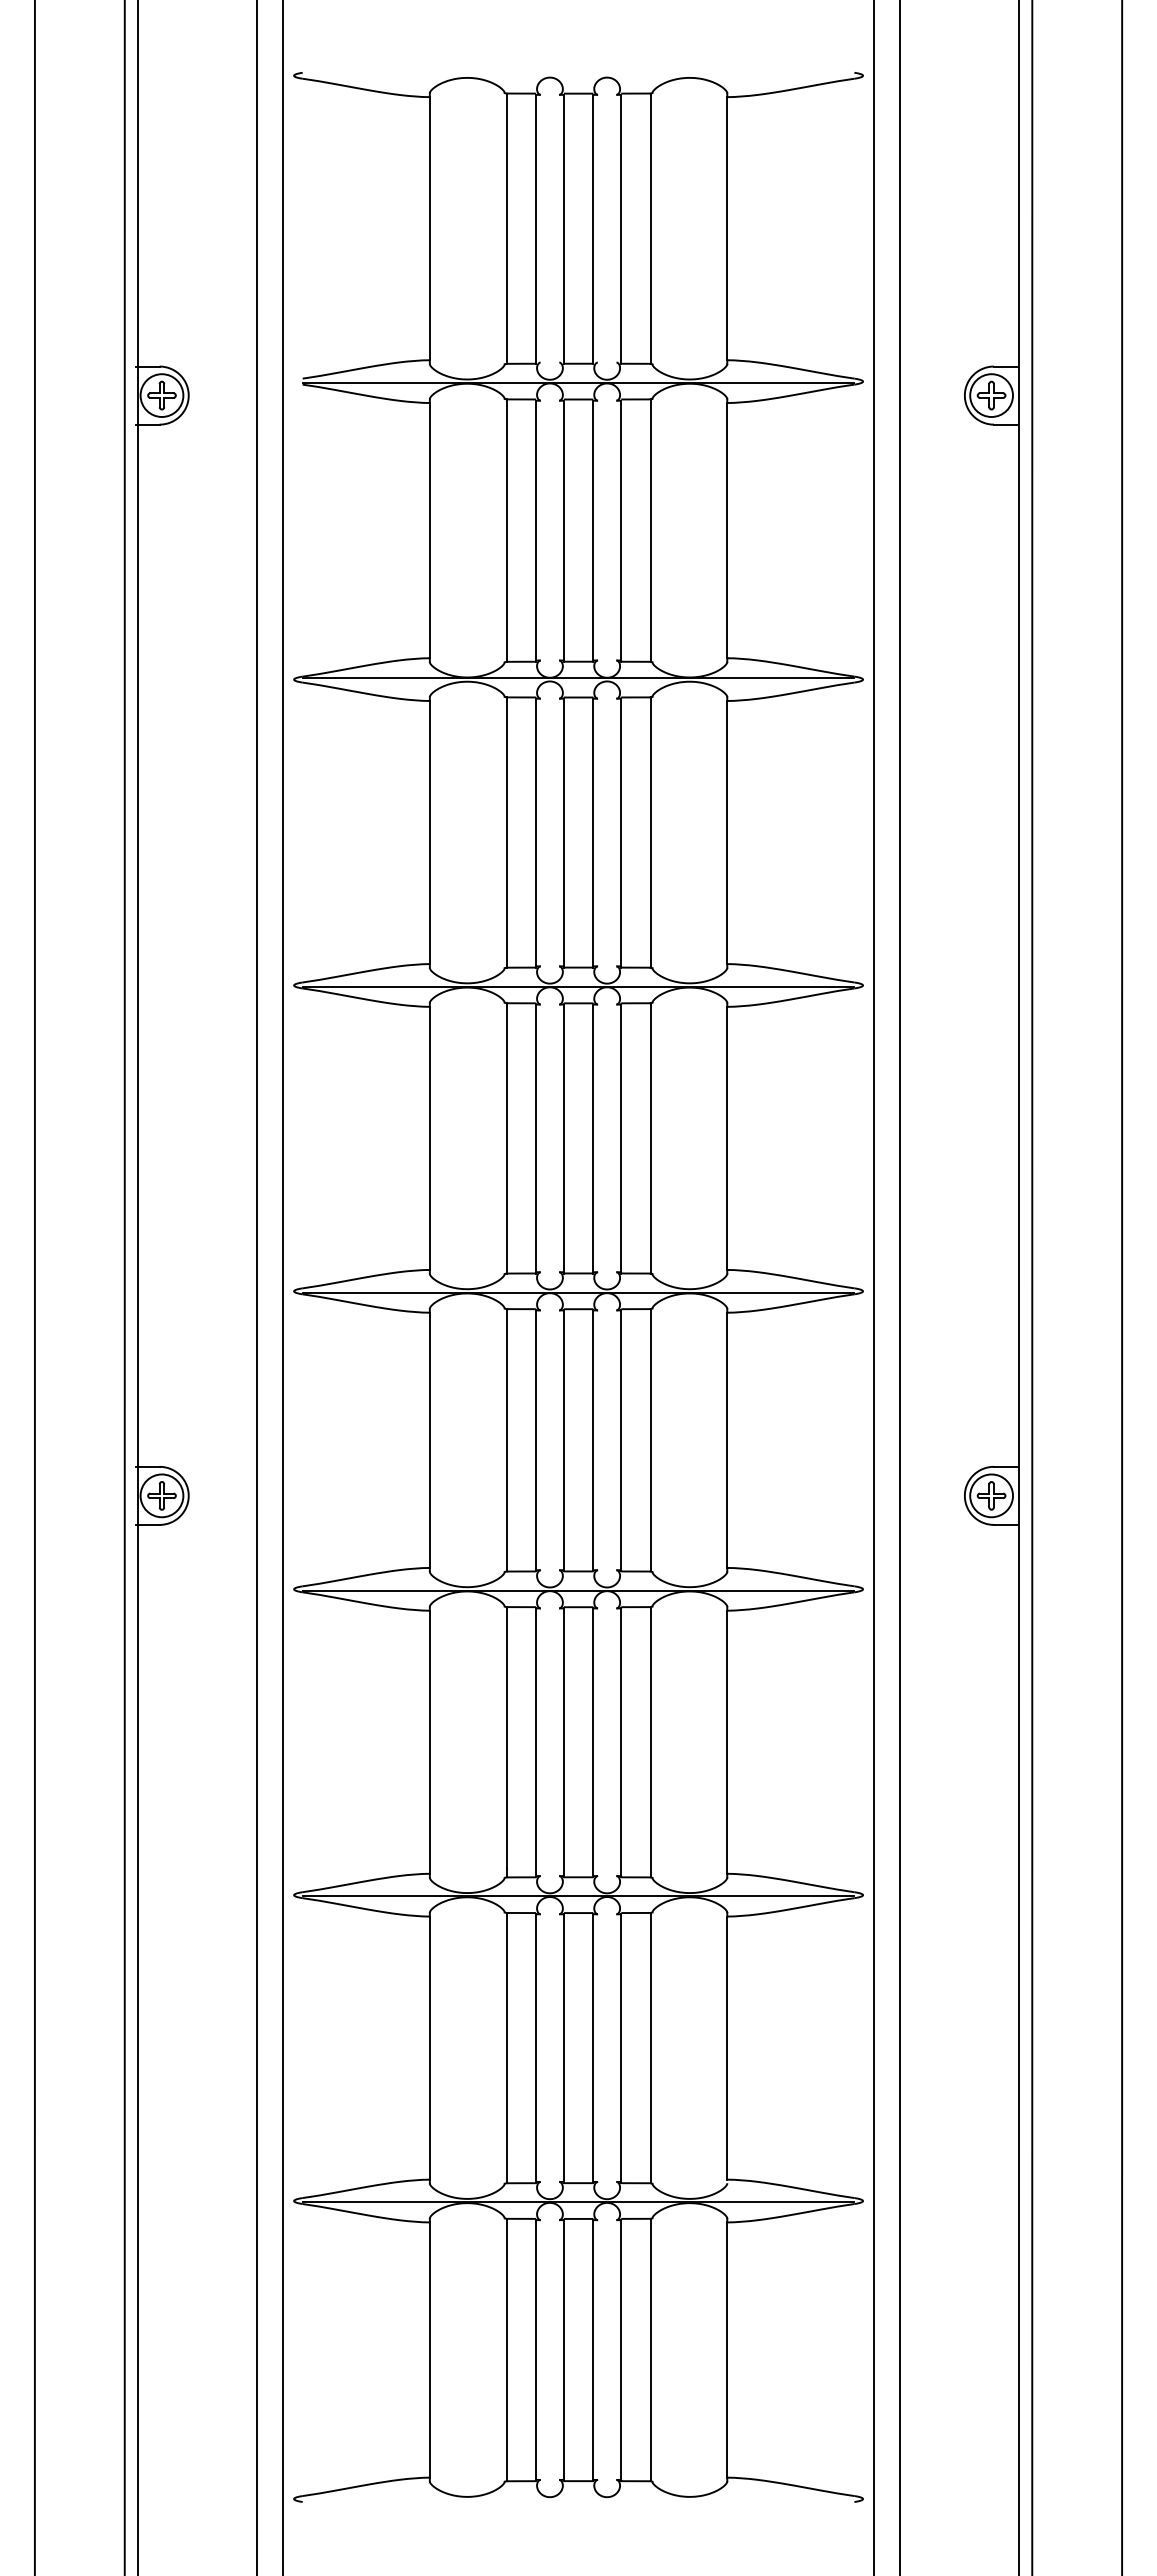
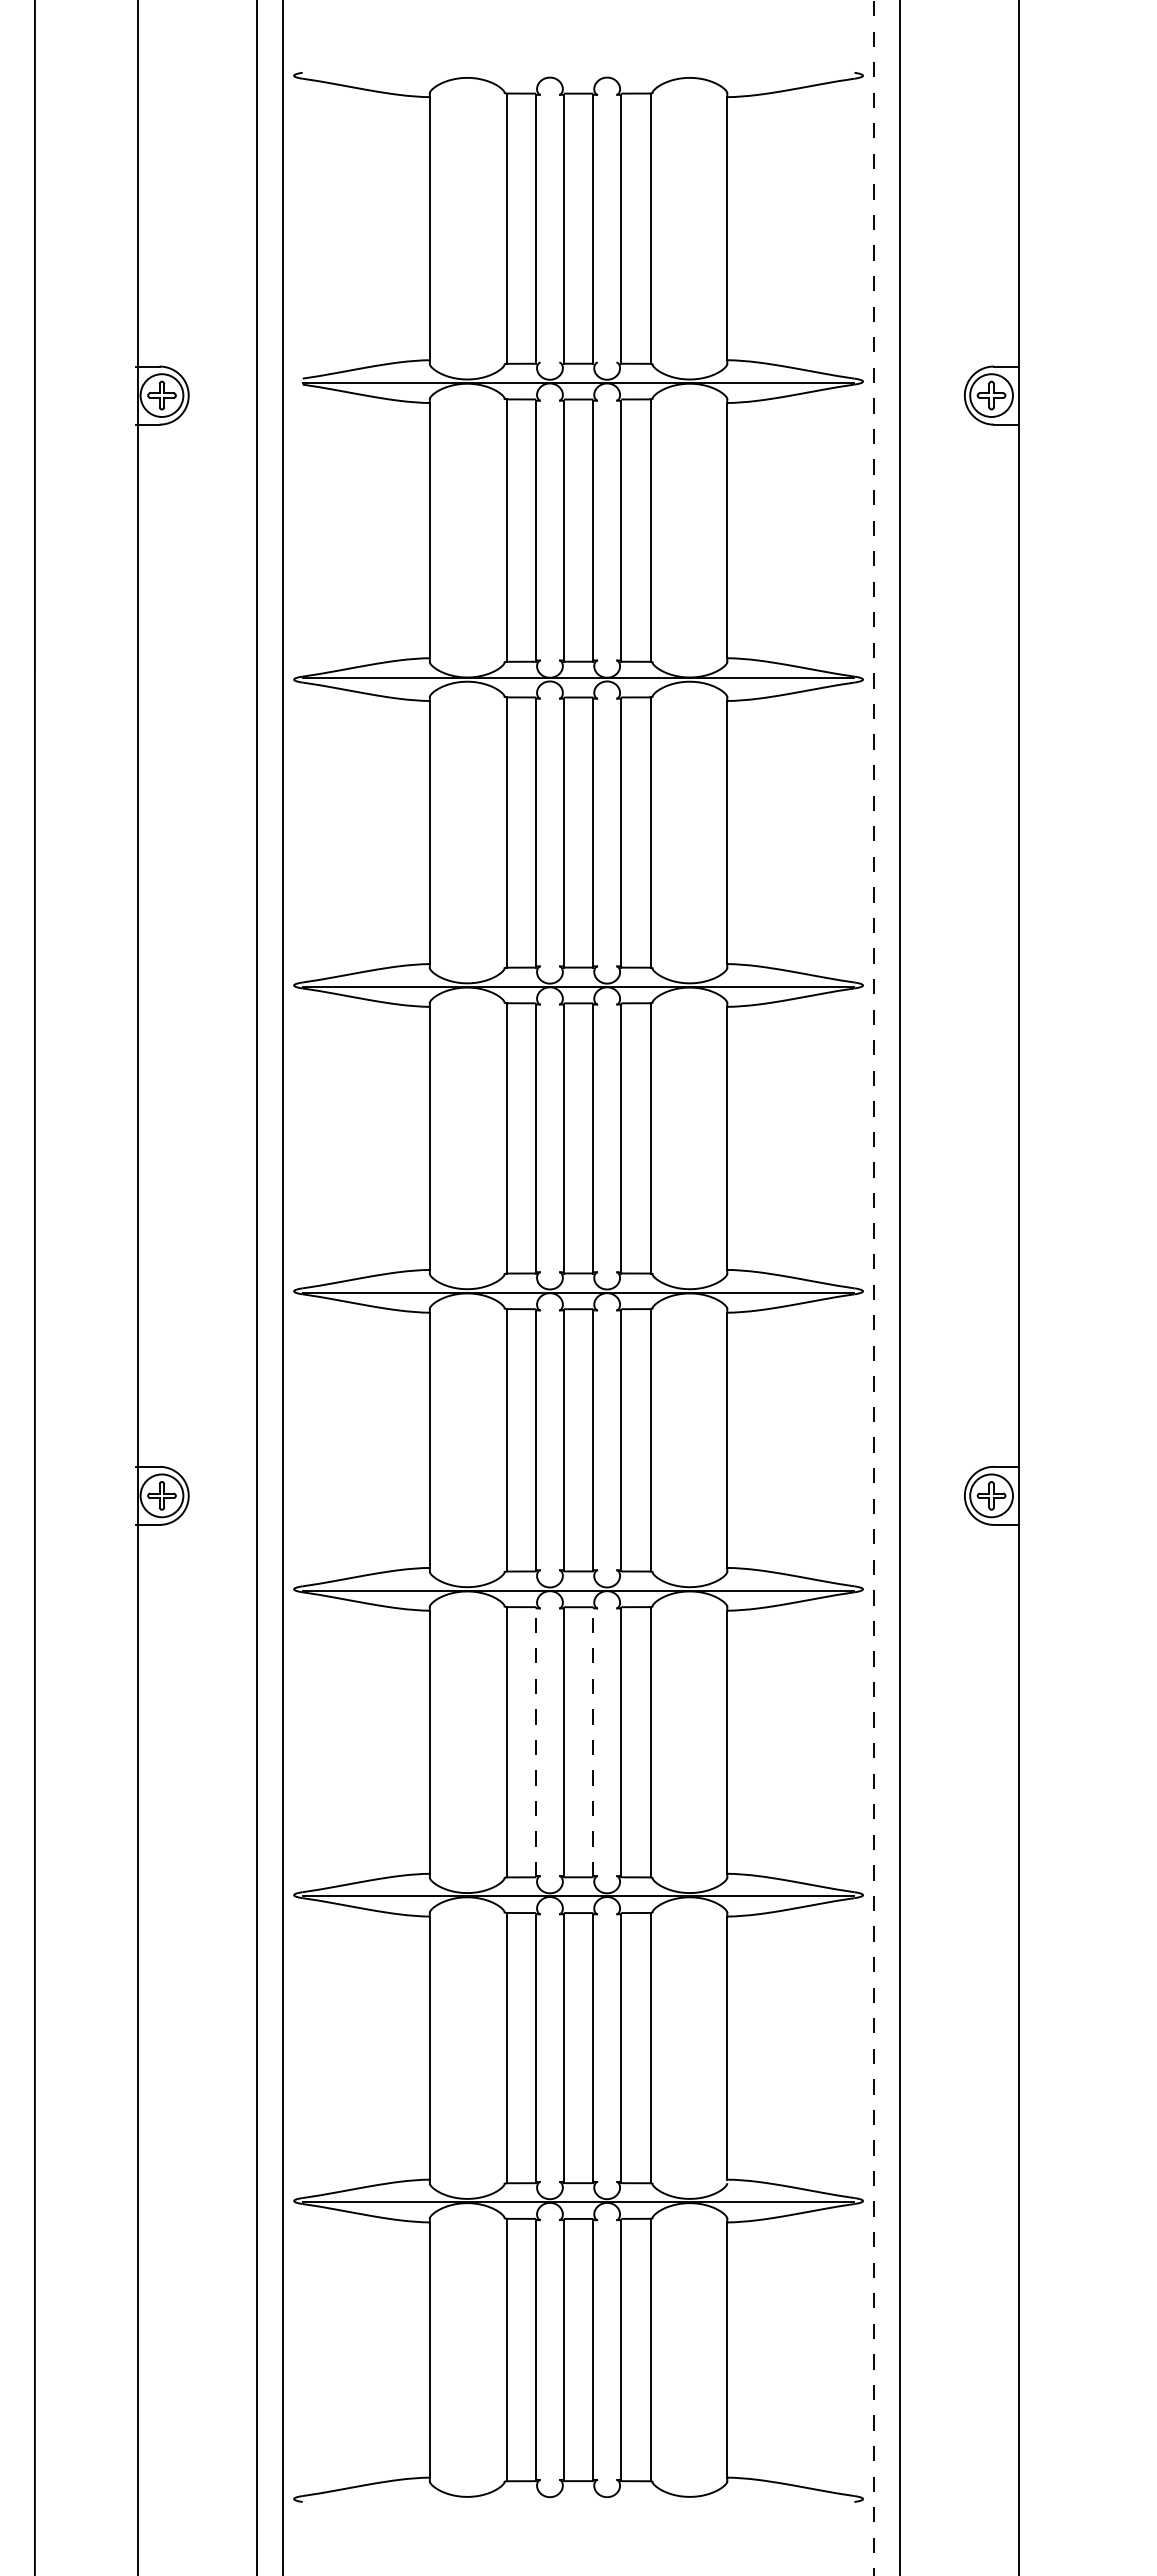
line at (124, 1287): present -> none
line at (1032, 1287): present -> none
line at (1122, 1287): present -> none
line at (874, 1288): solid -> dashed
line at (536, 1742): solid -> dashed
line at (593, 1742): solid -> dashed
